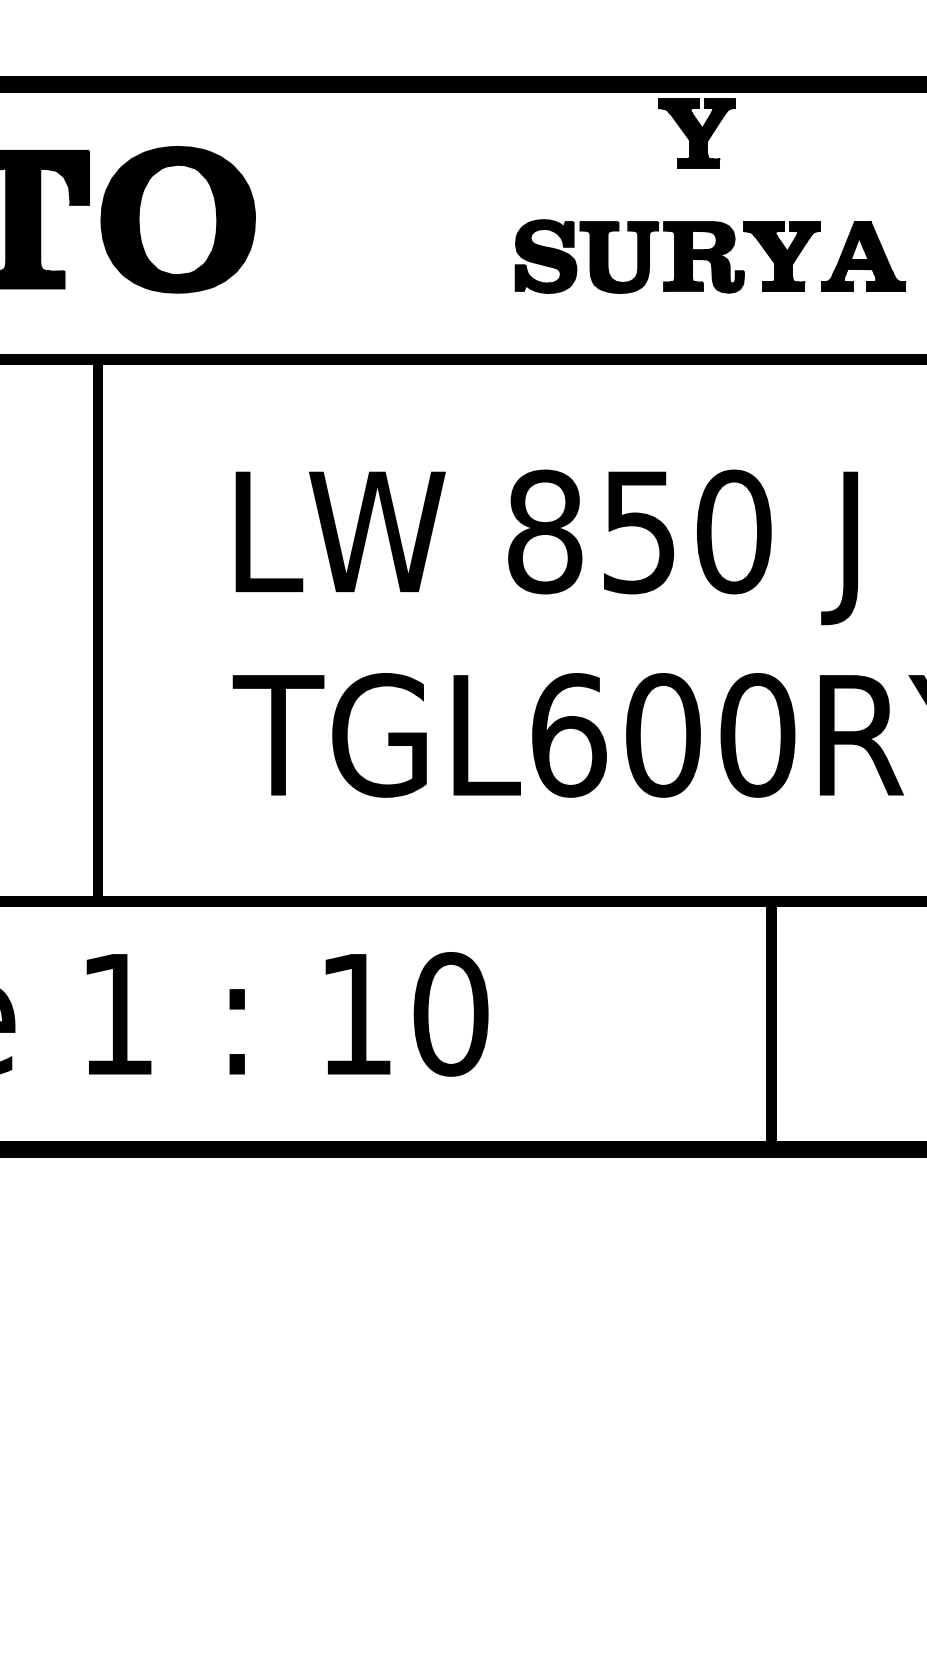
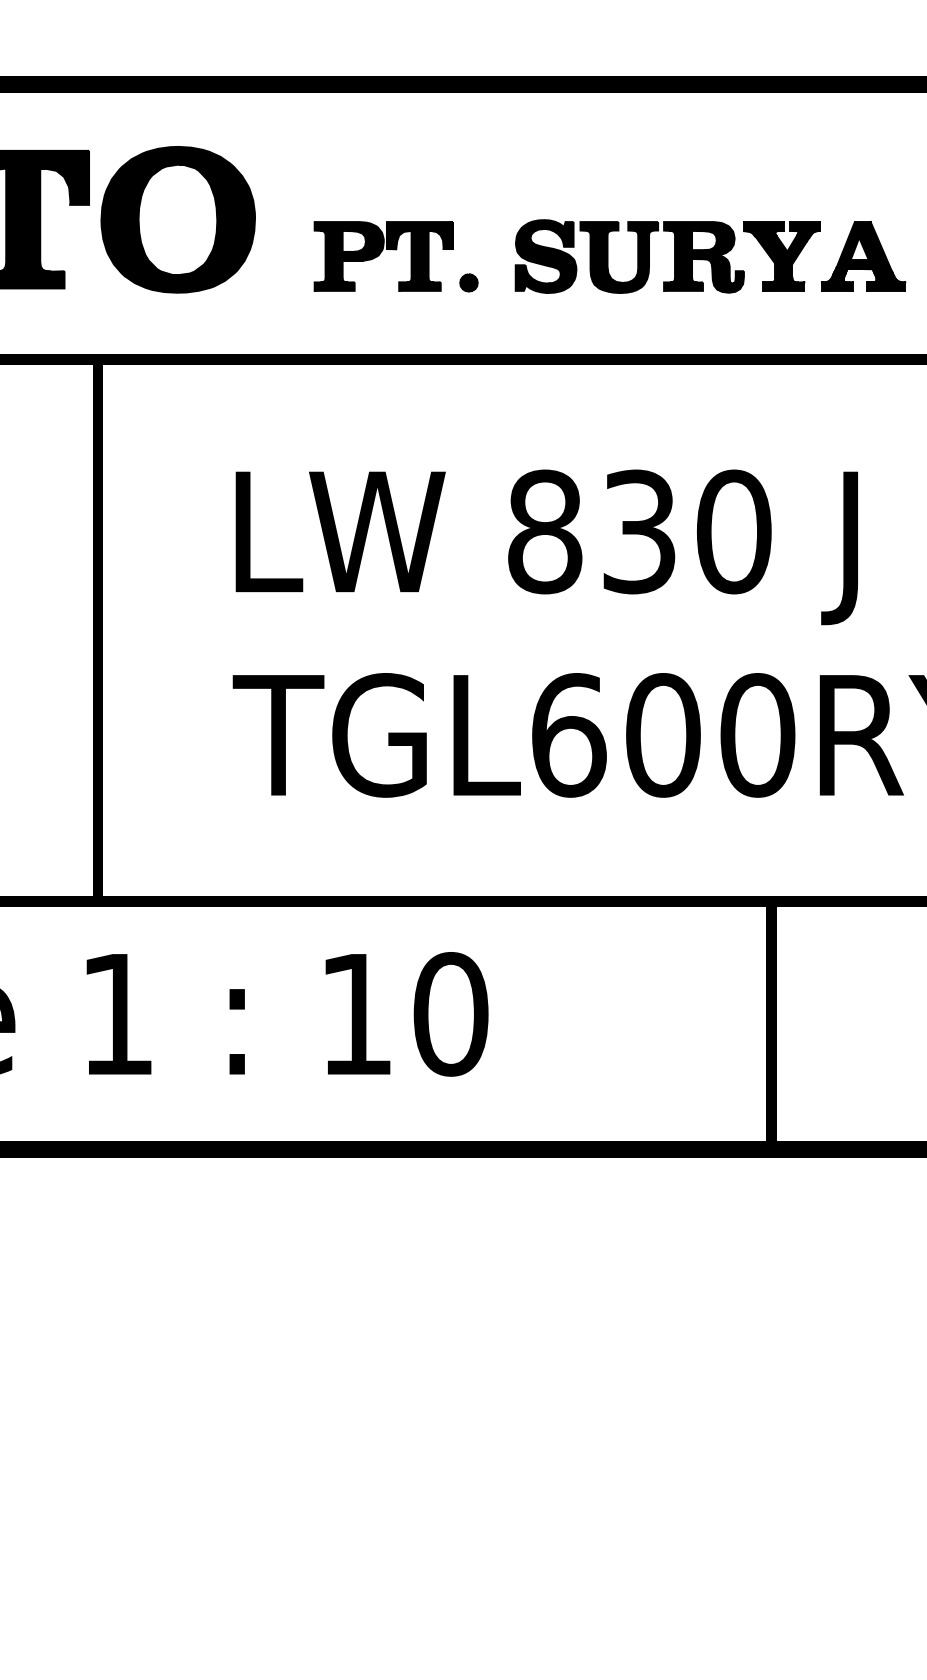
part at (696, 133): present -> none
part at (395, 256): none -> present
text at (639, 531): 850 -> 830
